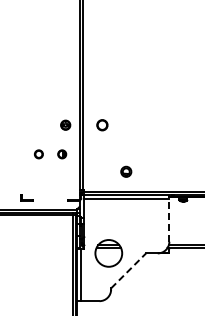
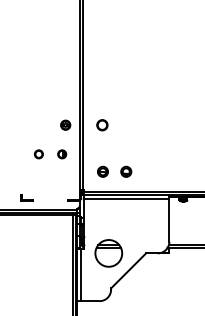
part at (102, 171): none -> present
line at (169, 217): dashed -> solid
line at (128, 270): dashed -> solid
